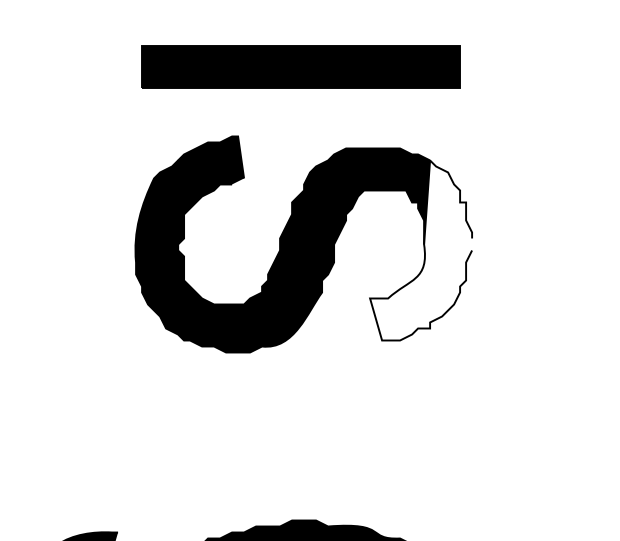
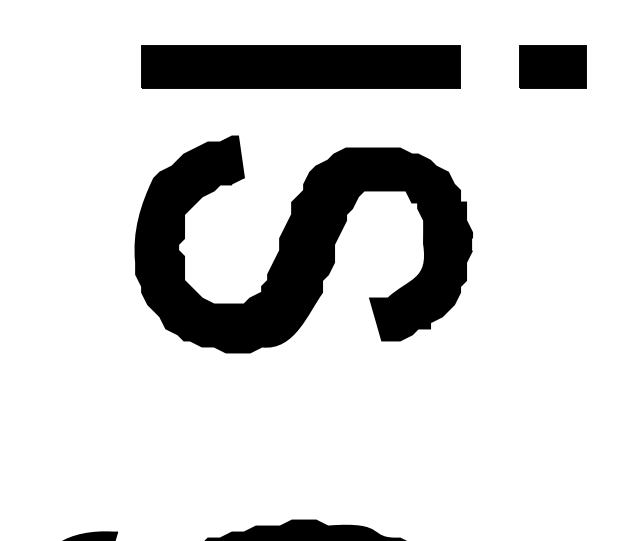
part at (552, 66): none -> present
fill at (421, 250): none -> present
